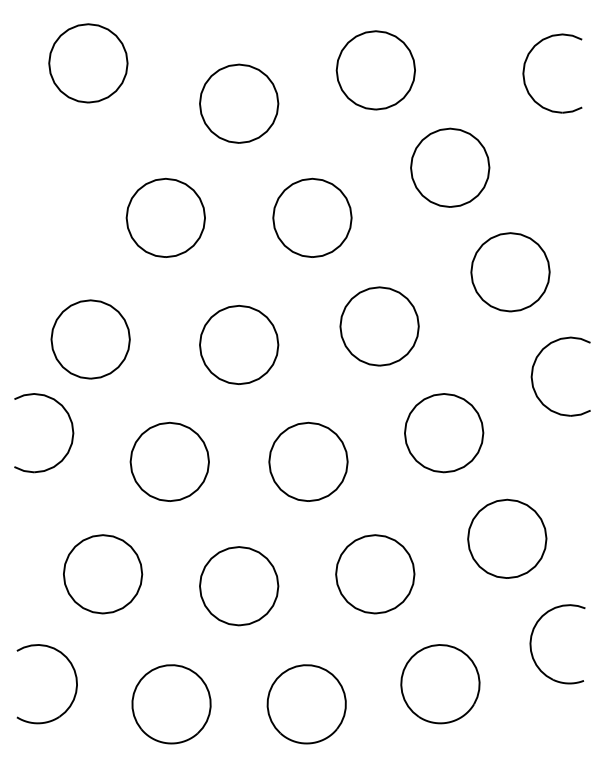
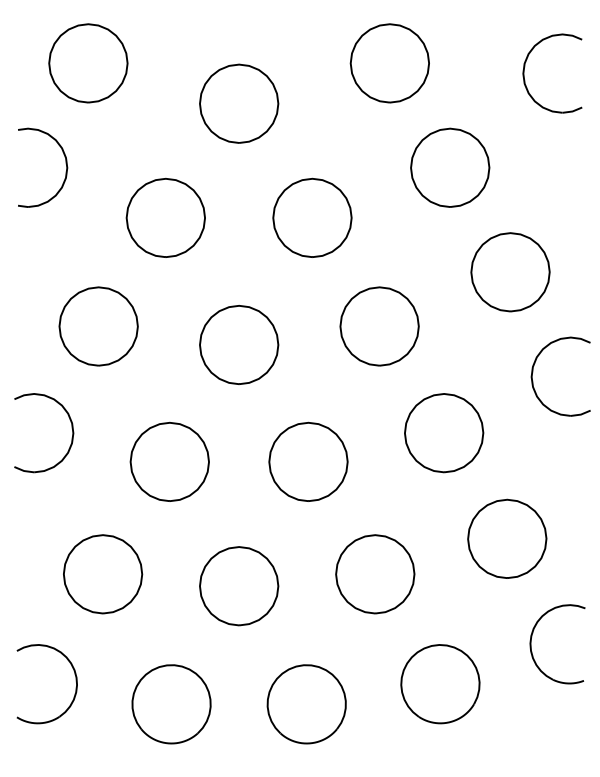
part at (375, 70) position: (375, 70) -> (389, 63)
part at (65, 163): none -> present
part at (90, 339) position: (90, 339) -> (98, 326)
